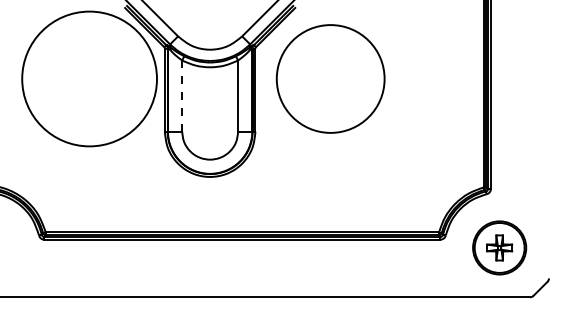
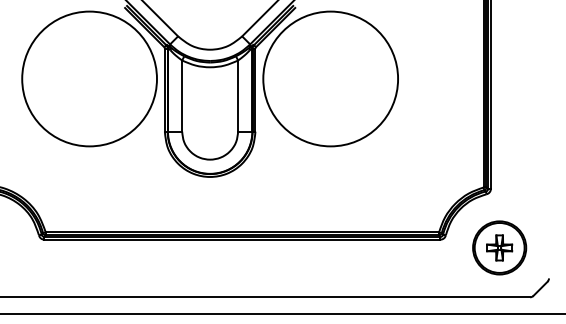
circle at (330, 78) diameter: 108 px -> 135 px
line at (182, 96): dashed -> solid
line at (282, 314): none -> present
